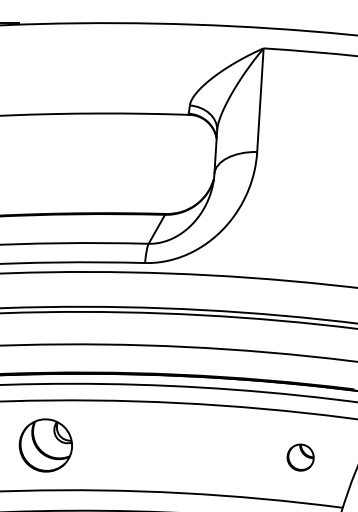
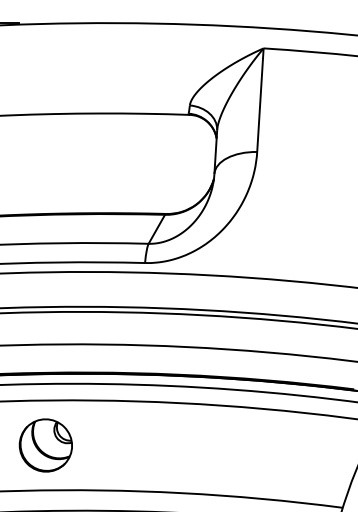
part at (300, 457): present -> none
